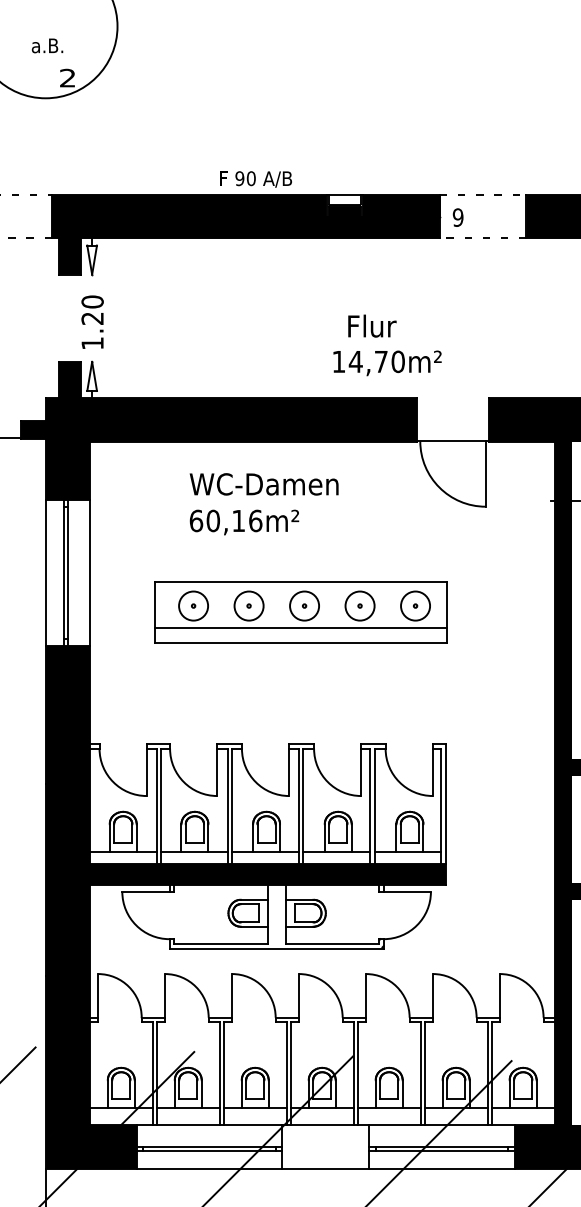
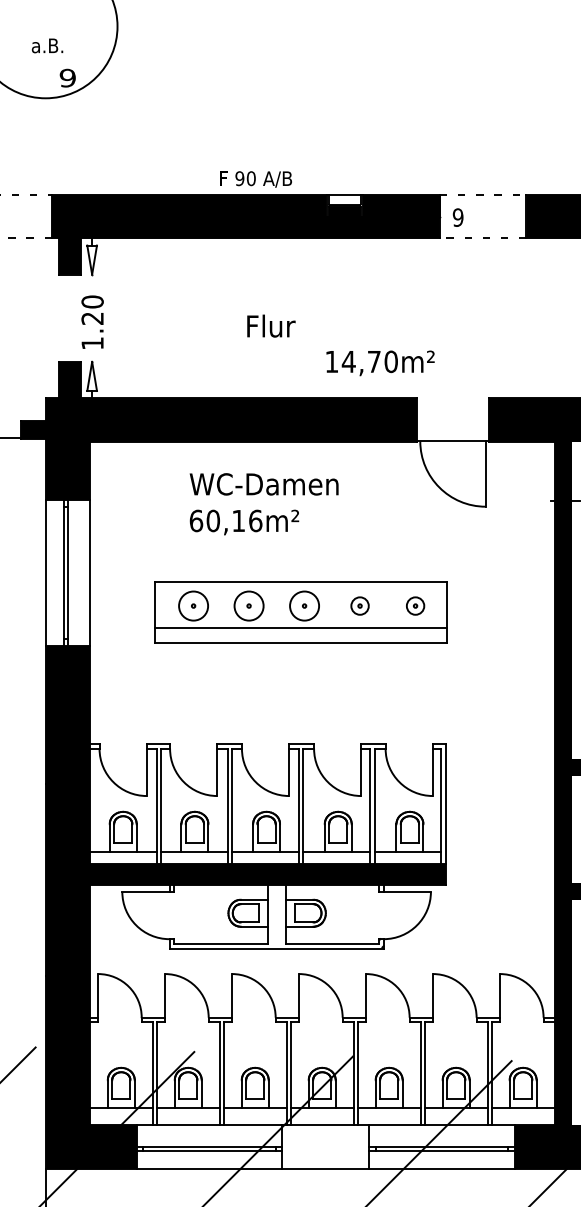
text at (67, 77): 2 -> 9
text at (372, 325) position: (372, 325) -> (271, 325)
text at (387, 363) position: (387, 363) -> (380, 363)
circle at (359, 605) diameter: 29 px -> 17 px
circle at (415, 605) diameter: 29 px -> 17 px
